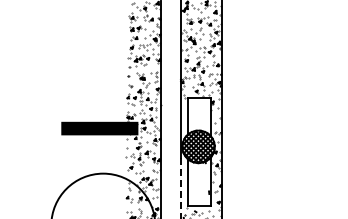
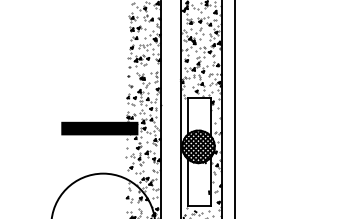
line at (235, 108): none -> present
line at (181, 188): dashed -> solid
